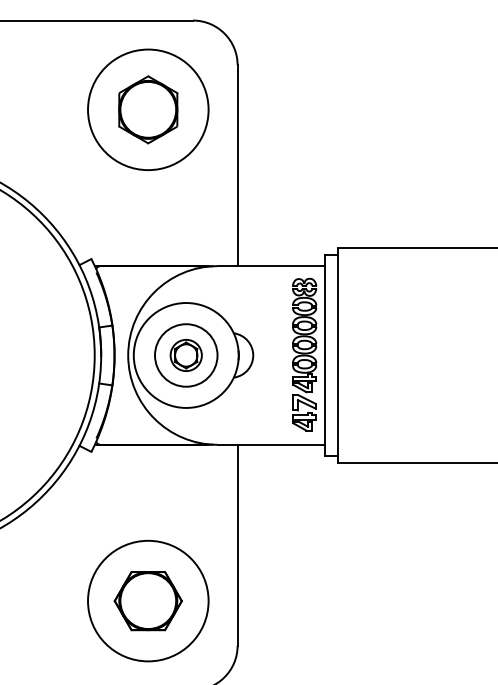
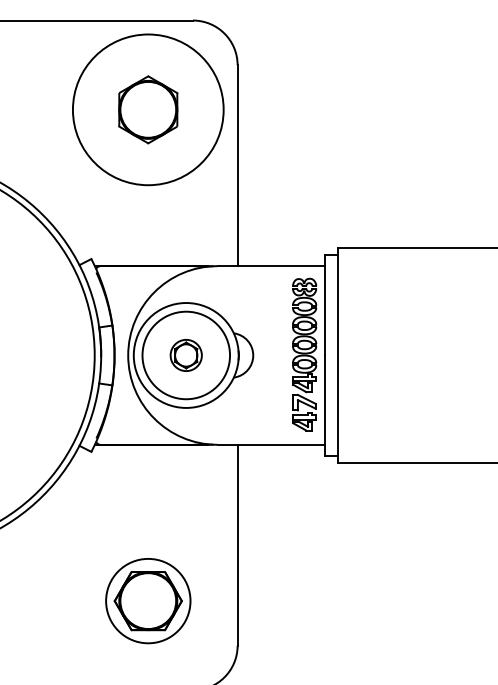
circle at (148, 109) diameter: 121 px -> 151 px
circle at (186, 355) diameter: 63 px -> 88 px
circle at (148, 600) diameter: 121 px -> 84 px
